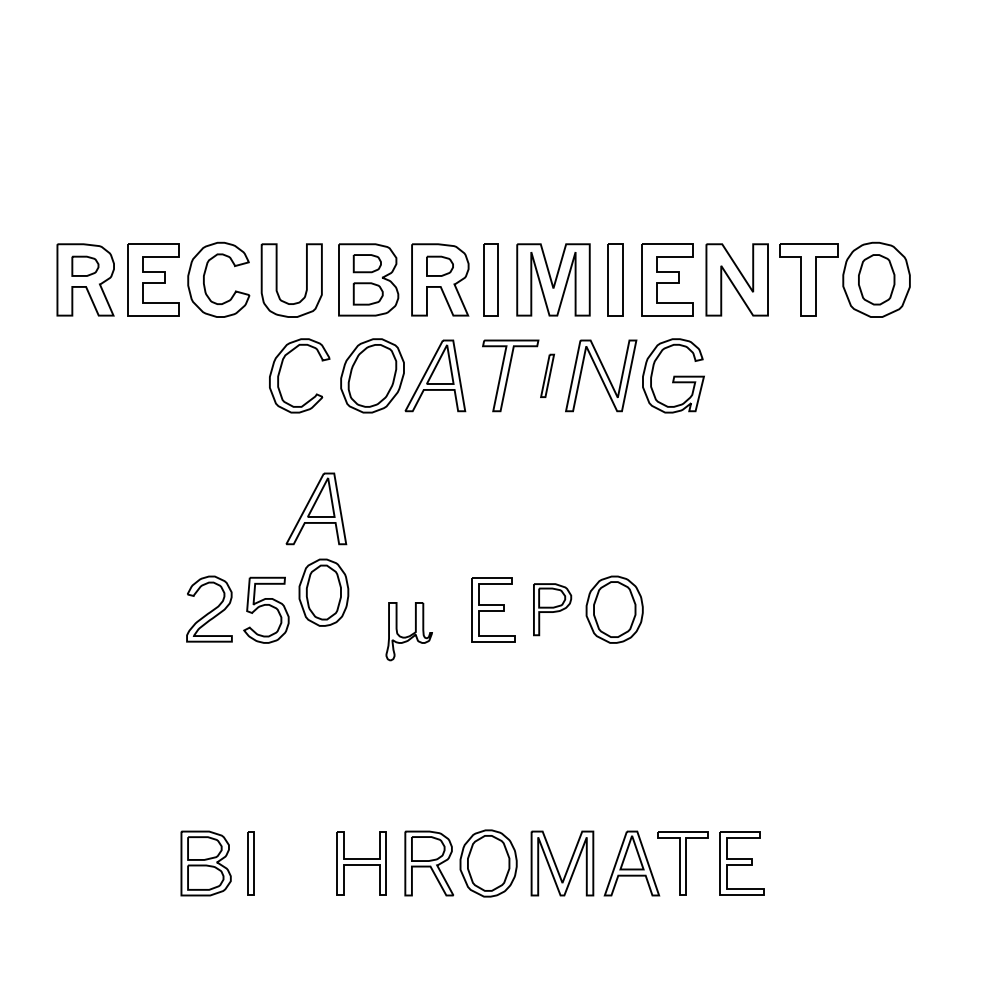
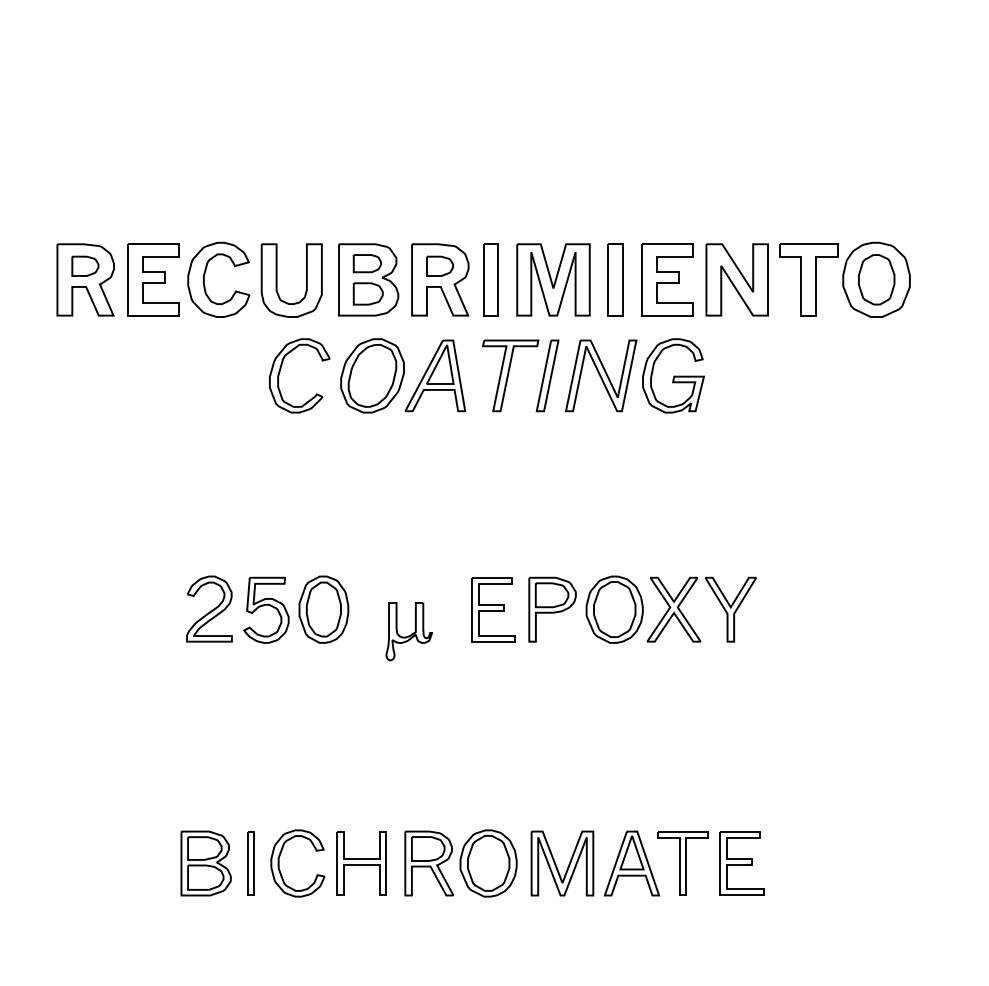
part at (547, 375) size: 15x45 px -> 25x74 px
part at (316, 508): present -> none
part at (323, 592) position: (323, 592) -> (323, 609)
part at (552, 609) size: 40x54 px -> 49x67 px
part at (686, 618): none -> present
part at (279, 863): none -> present
